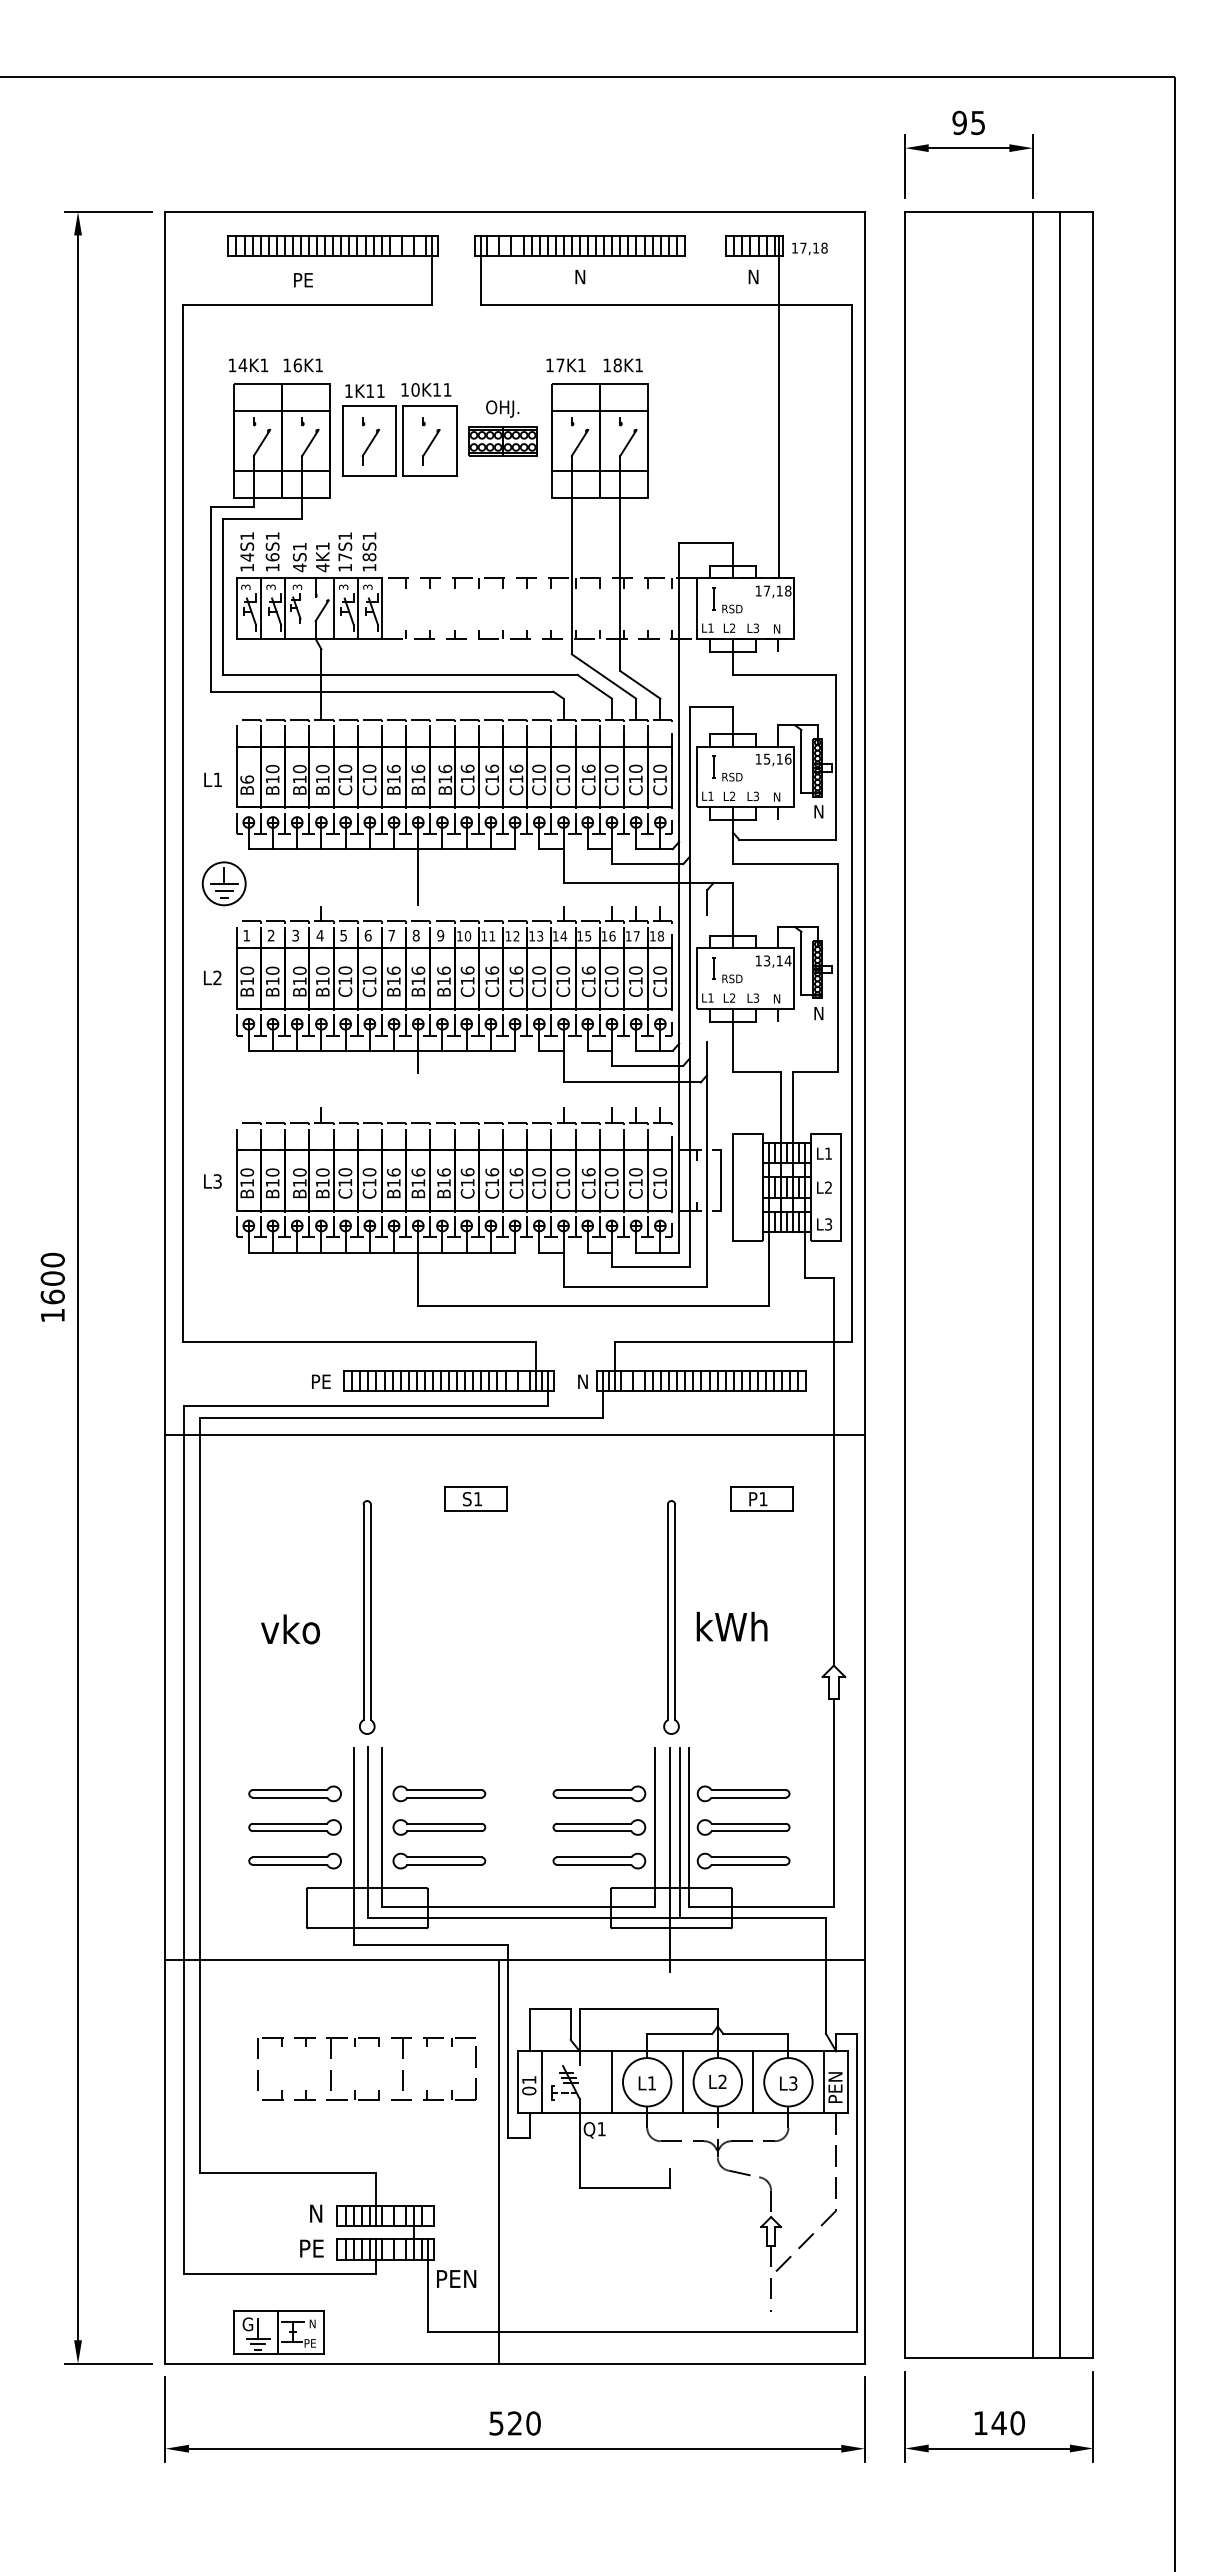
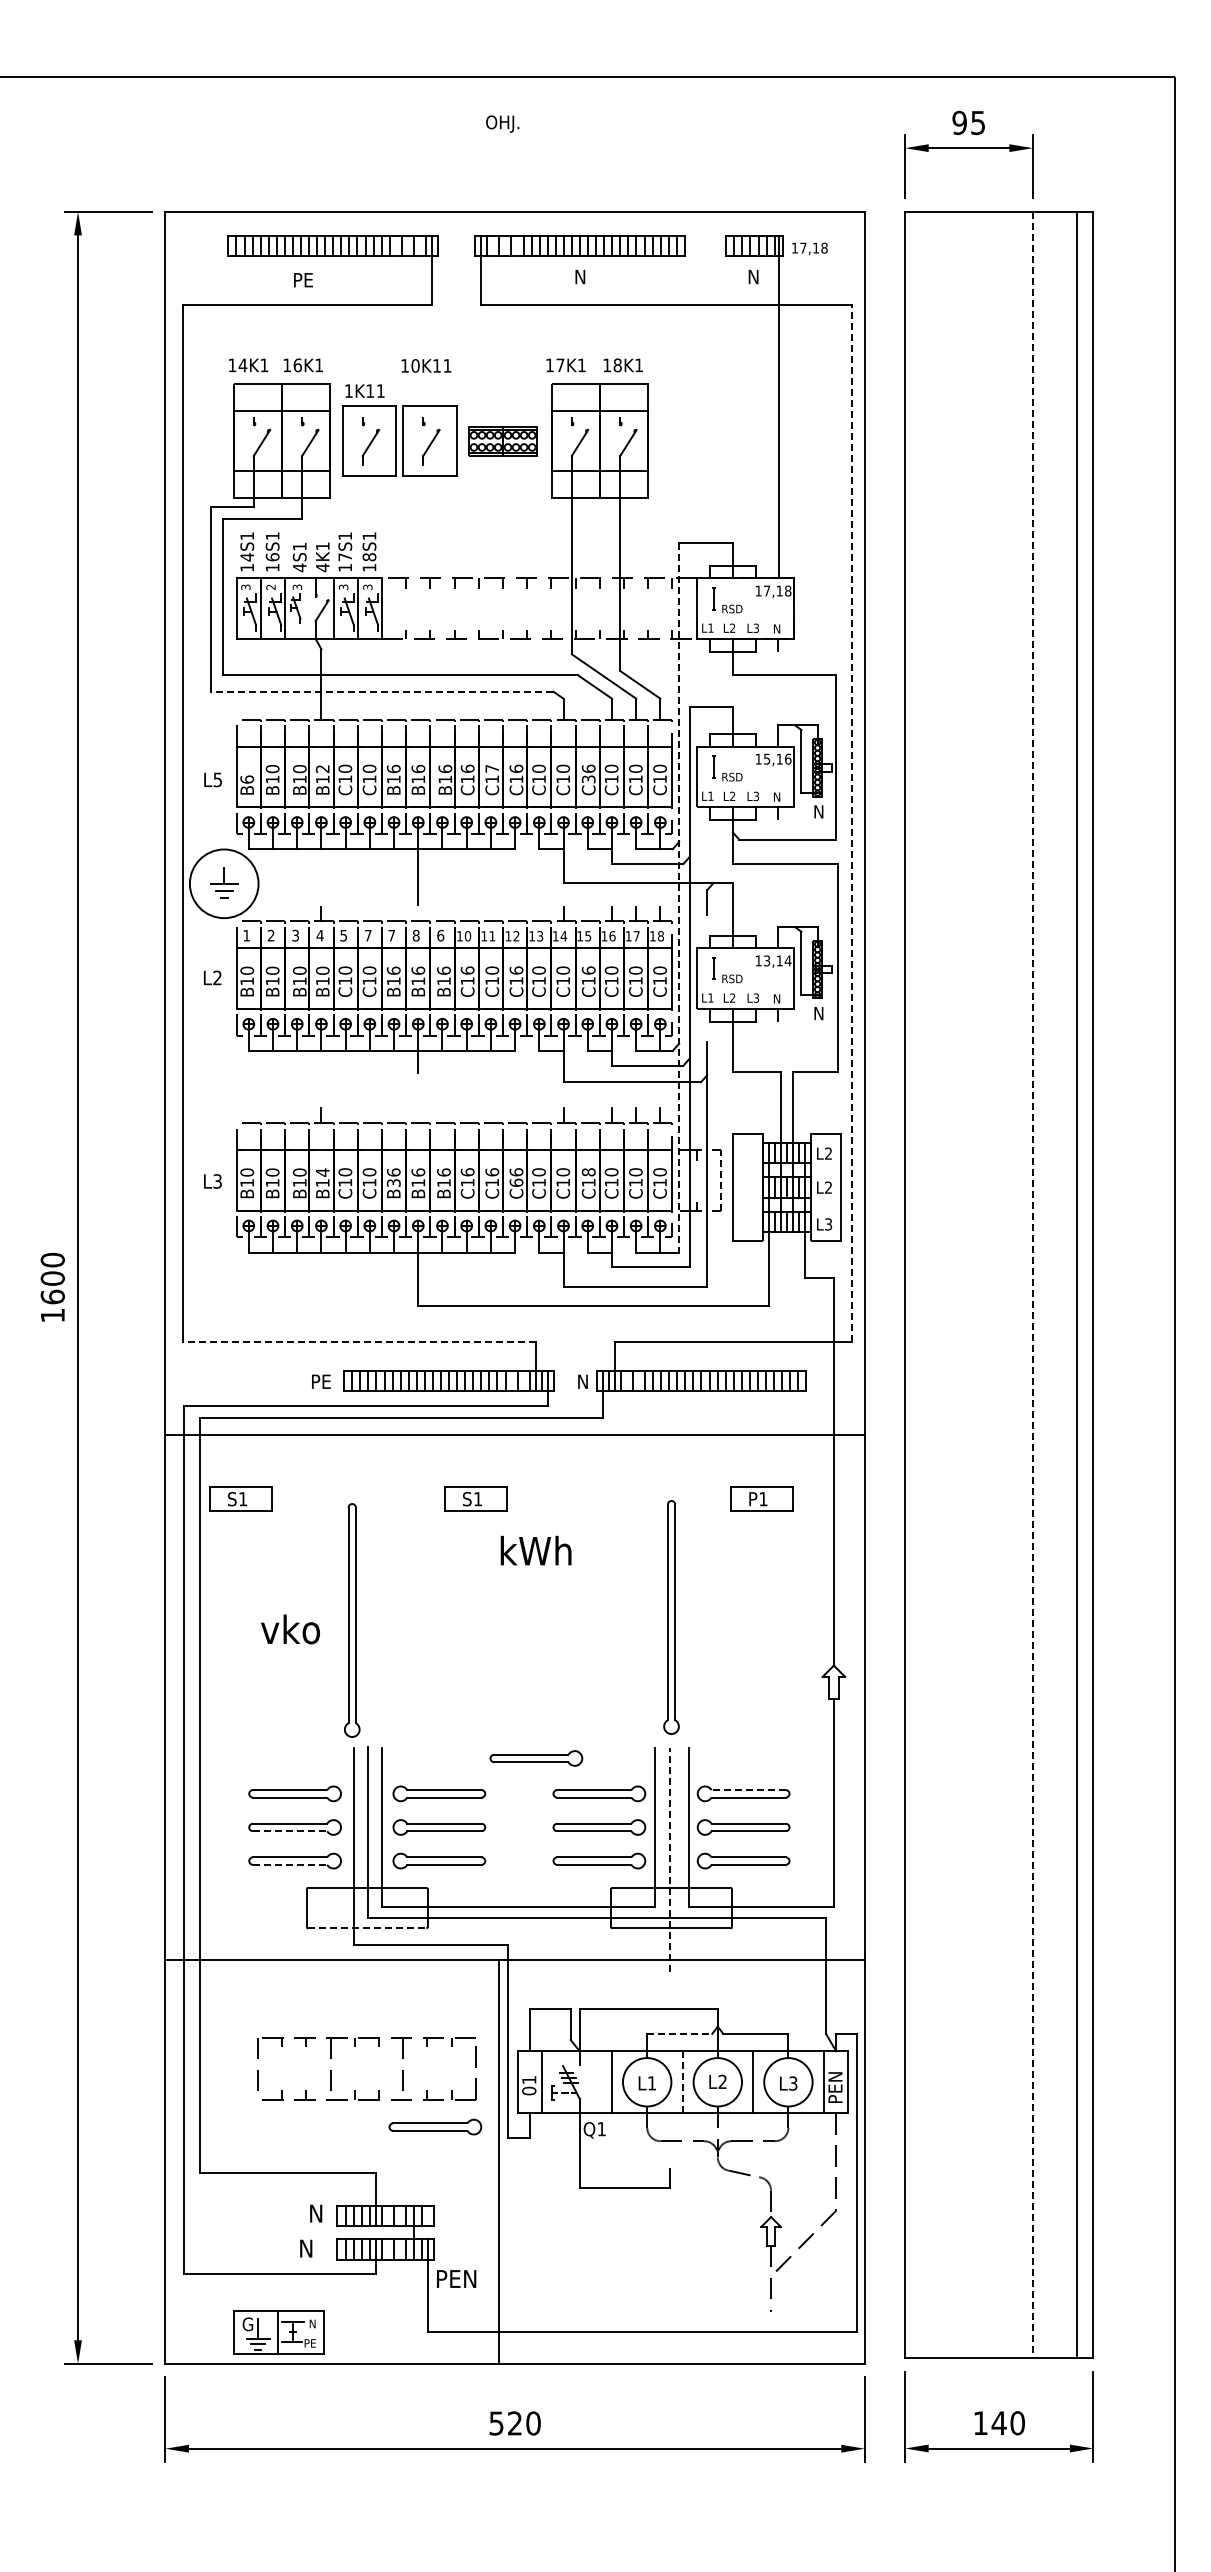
text at (426, 389) position: (426, 389) -> (426, 365)
text at (502, 408) position: (502, 408) -> (502, 123)
text at (271, 586): 3 -> 2
line at (381, 691): solid -> dashed
text at (322, 768): B10 -> B12
text at (492, 768): C16 -> C17
text at (217, 779): L1 -> L5
text at (588, 779): C16 -> C36
line at (852, 823): solid -> dashed
circle at (223, 883) diameter: 43 px -> 69 px
line at (679, 897): solid -> dashed
text at (367, 935): 6 -> 7
text at (440, 935): 9 -> 6
text at (491, 970): C16 -> C10
text at (828, 1153): L1 -> L2
text at (322, 1172): B10 -> B14
text at (588, 1172): C16 -> C18
line at (720, 1179): solid -> dashed
text at (516, 1182): C16 -> C66
text at (393, 1183): B16 -> B36
line at (1059, 1284) position: (1059, 1284) -> (1076, 1284)
line at (1032, 1285): solid -> dashed
line at (359, 1342): solid -> dashed
part at (240, 1498): none -> present
part at (367, 1617) position: (367, 1617) -> (352, 1620)
text at (731, 1626) position: (731, 1626) -> (535, 1550)
part at (536, 1758): none -> present
line at (748, 1790): solid -> dashed
line at (290, 1831): solid -> dashed
line at (679, 1833): present -> none
line at (670, 1860): solid -> dashed
line at (290, 1864): solid -> dashed
line at (367, 1928): solid -> dashed
line at (679, 2033): solid -> dashed
line at (682, 2082): solid -> dashed
part at (435, 2126): none -> present
text at (312, 2248): PE -> N
